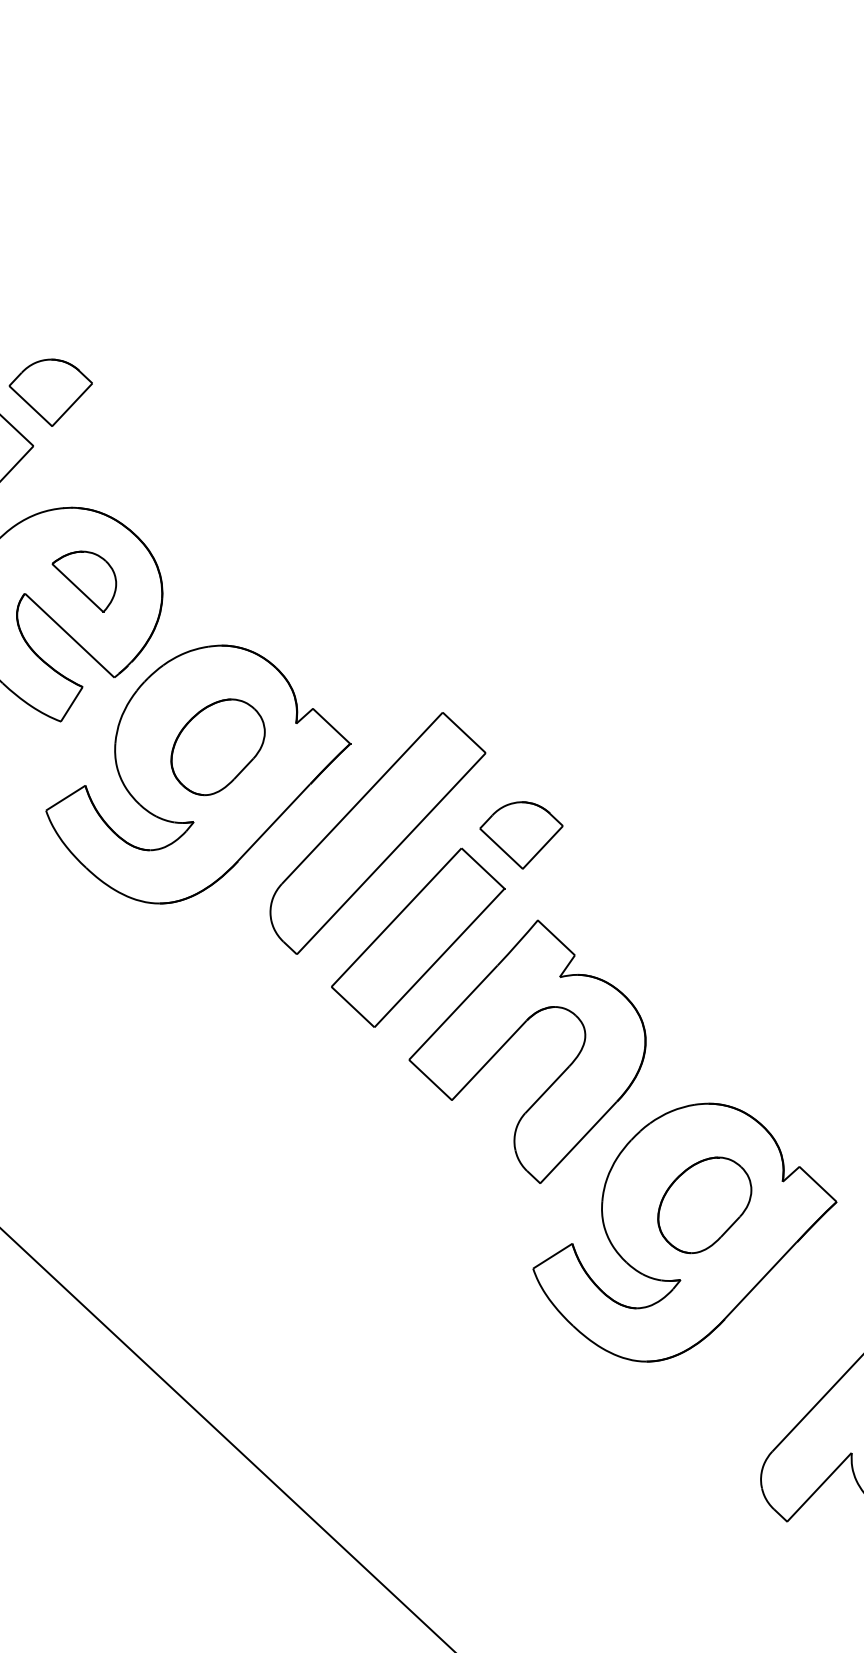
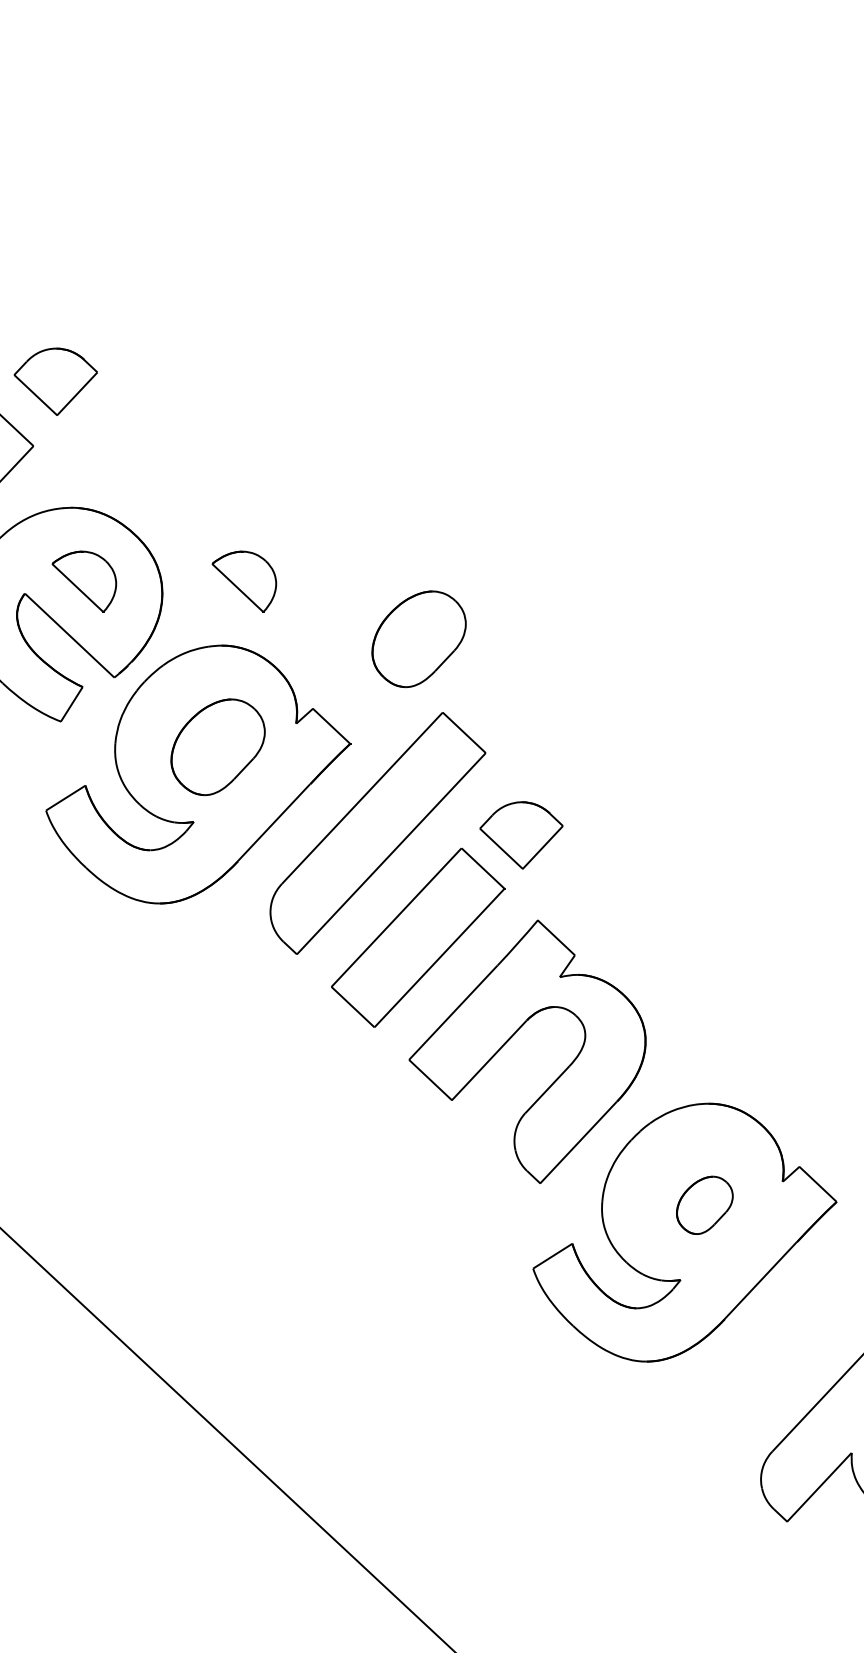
part at (50, 392) position: (50, 392) -> (55, 381)
part at (244, 581): none -> present
part at (418, 639): none -> present
part at (704, 1205) size: 96x99 px -> 58x60 px
